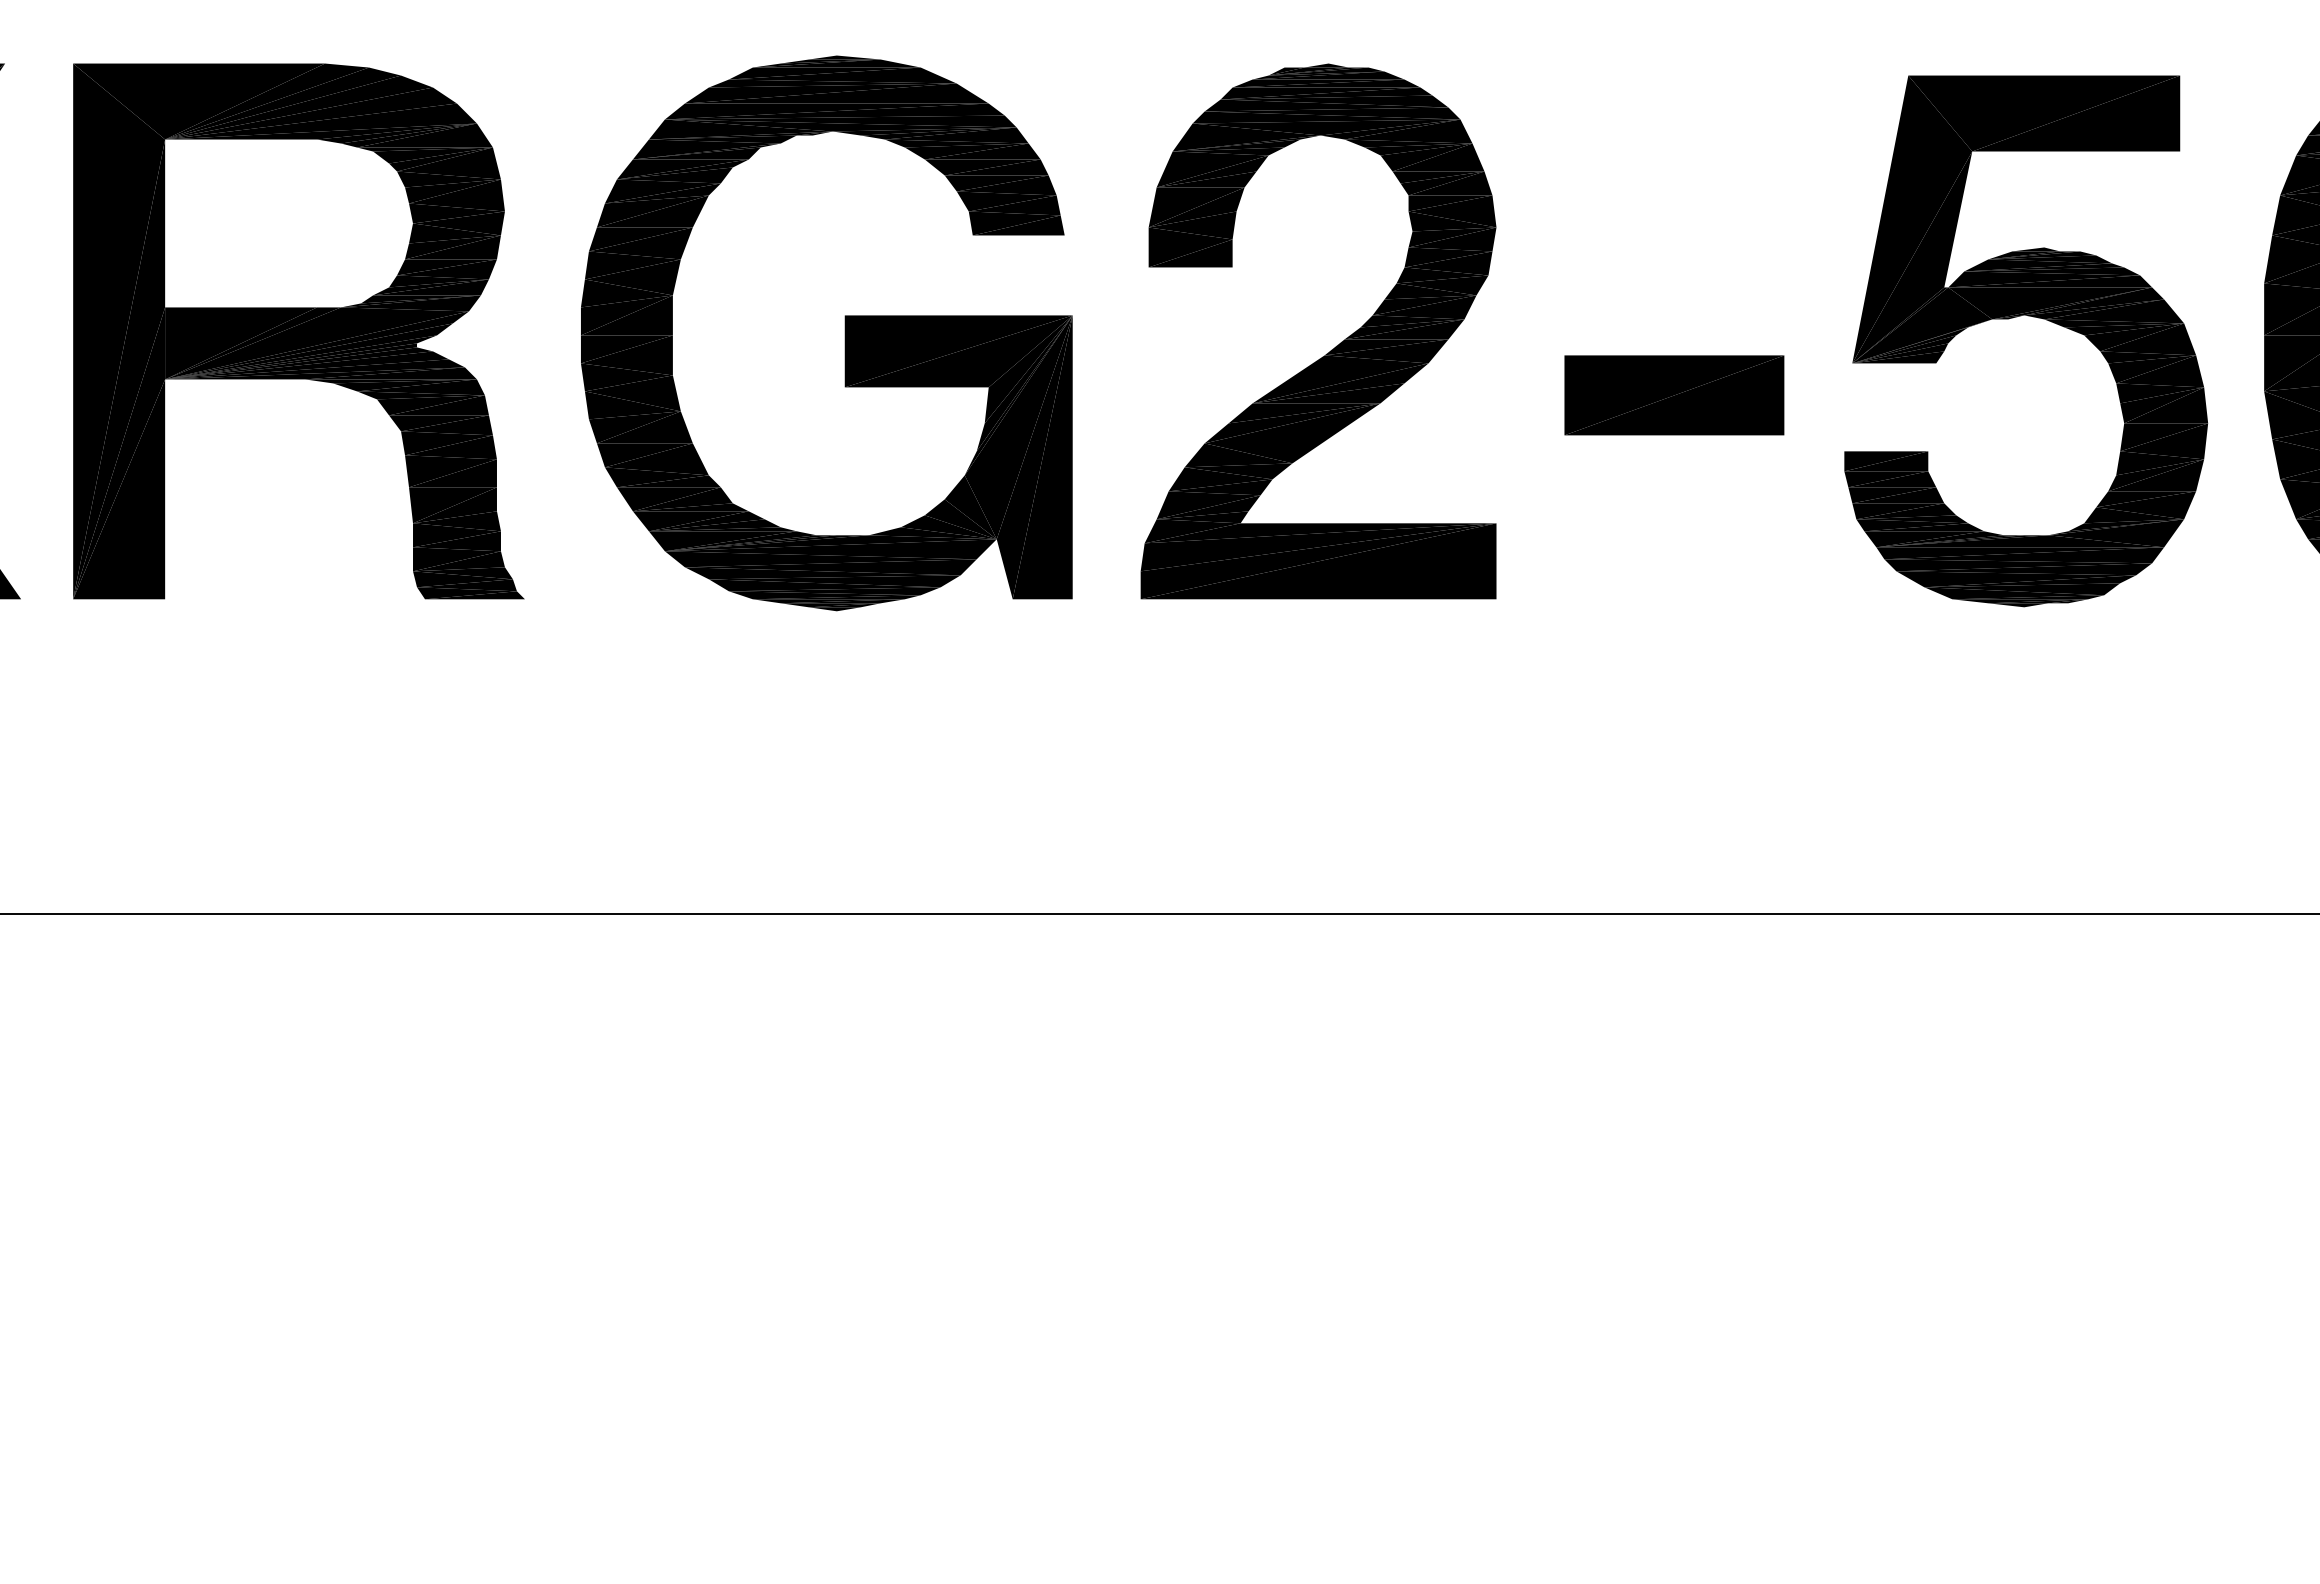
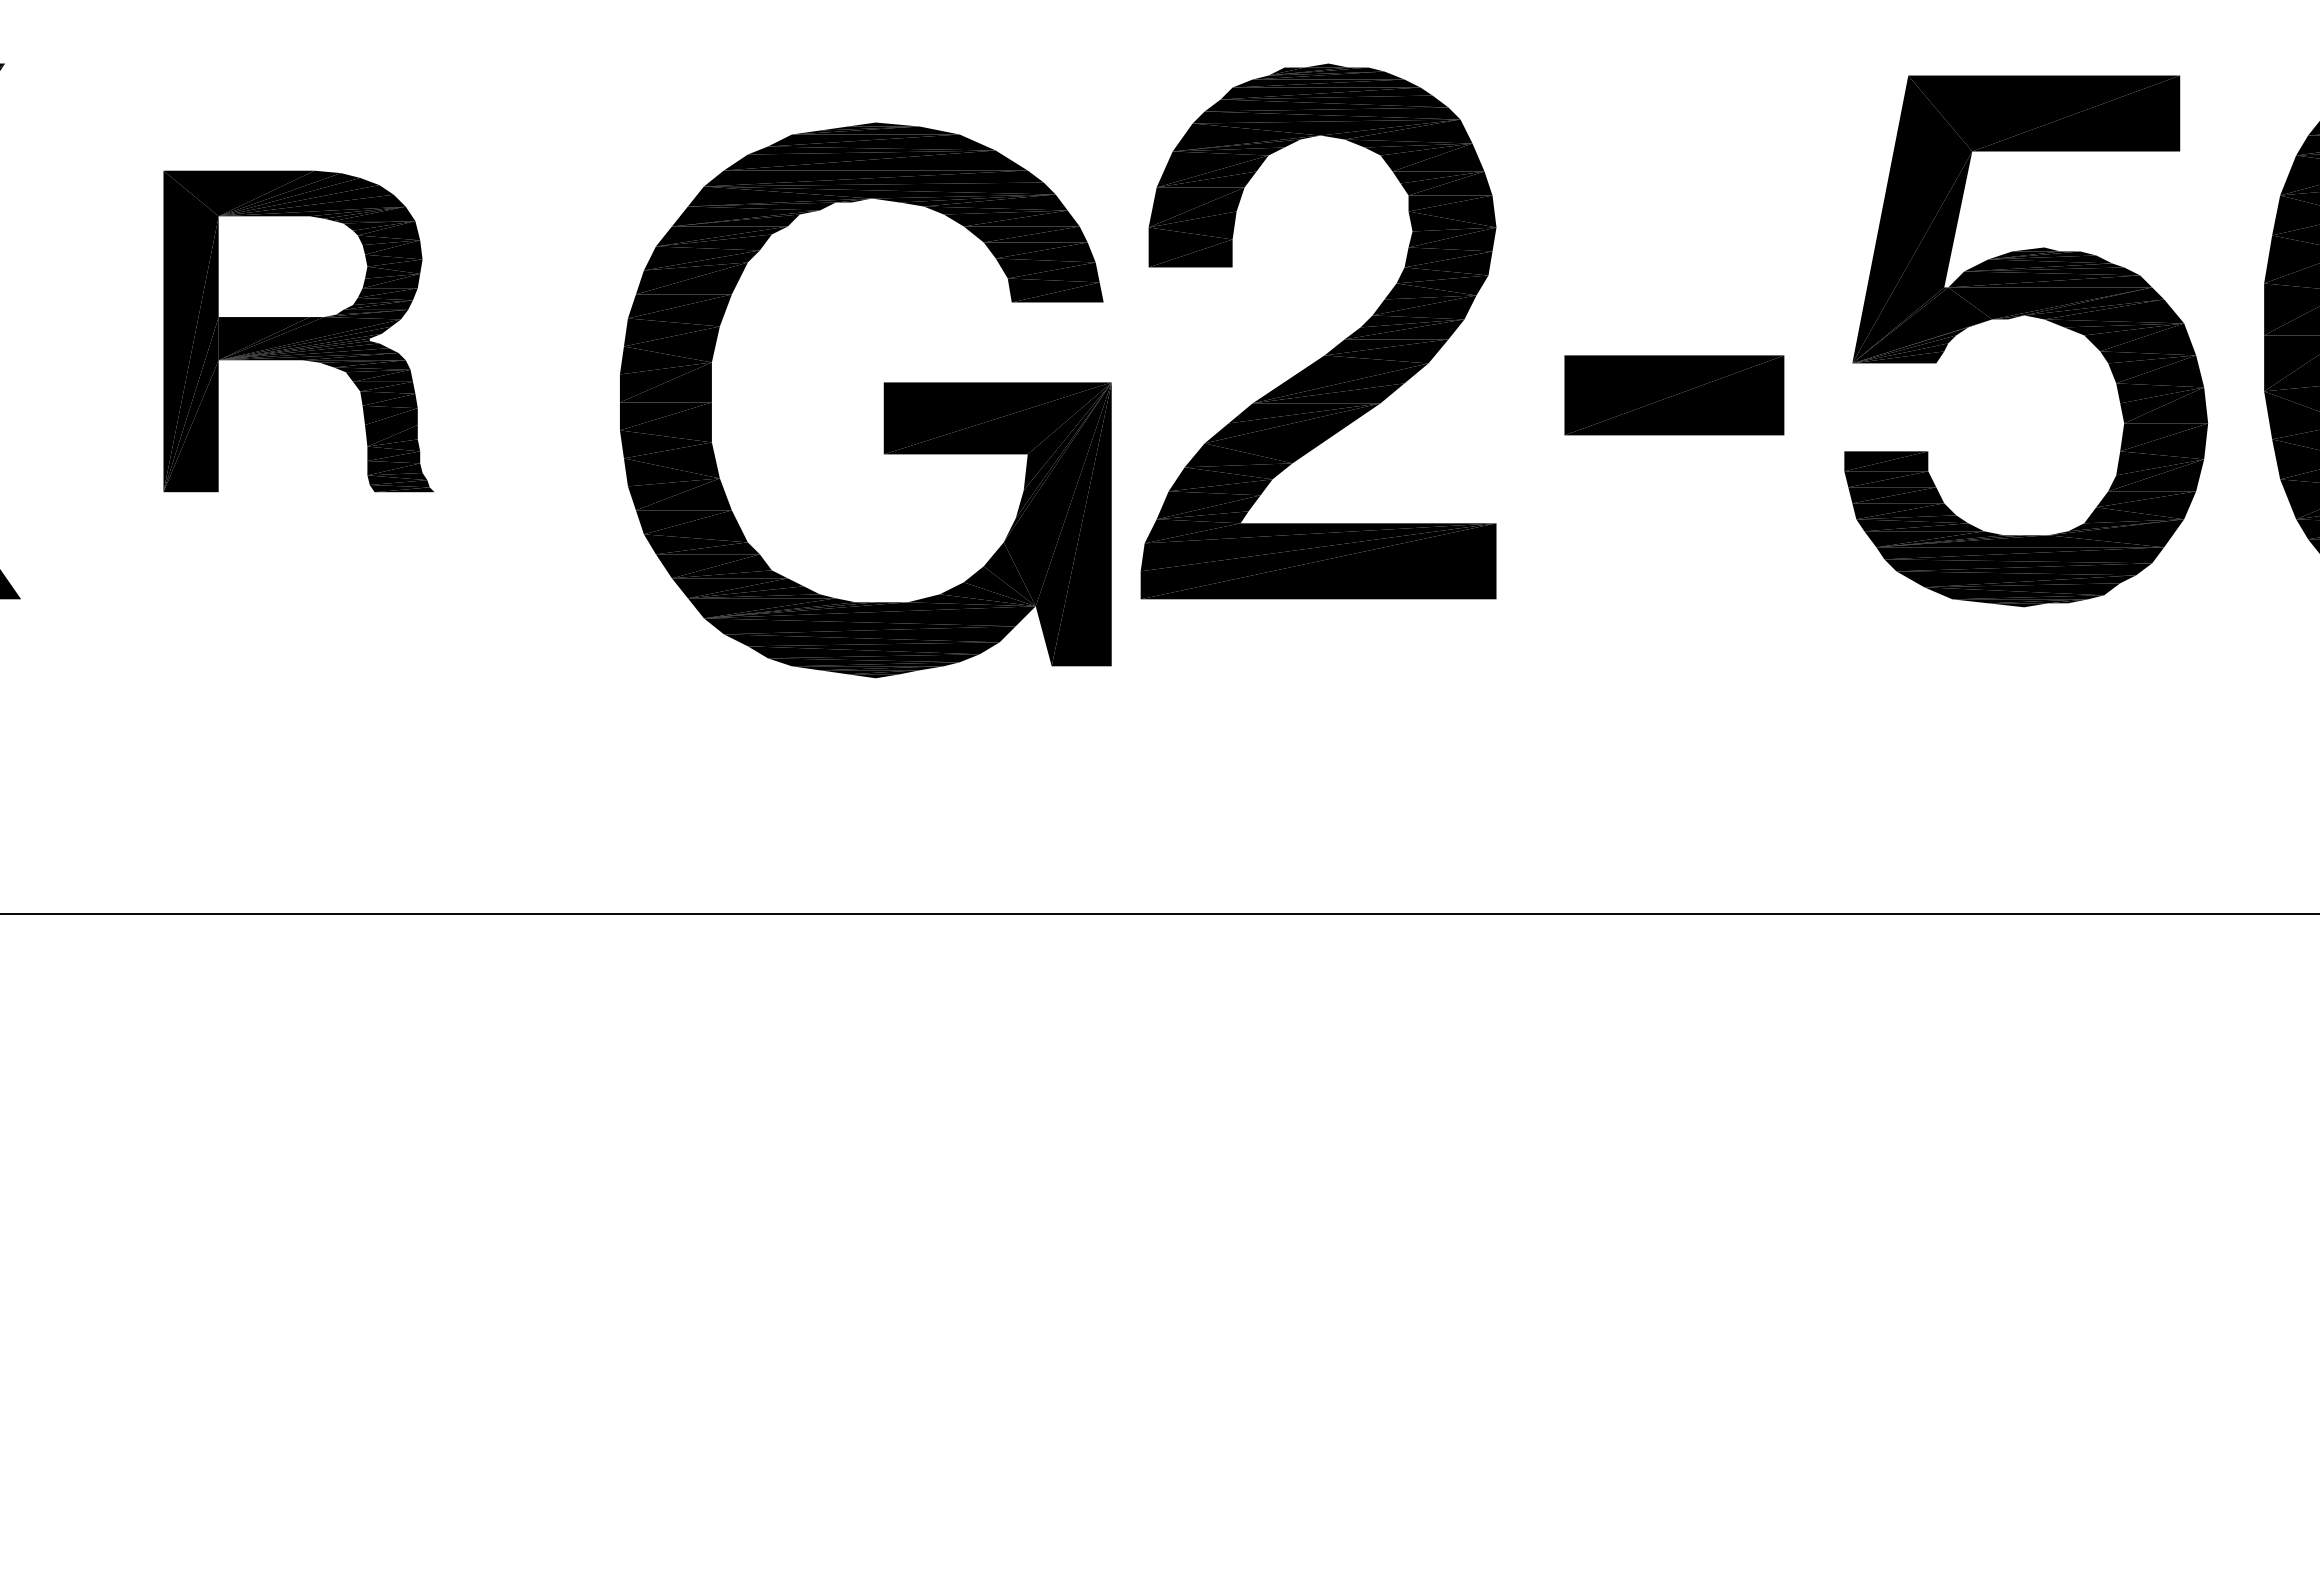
part at (298, 331) size: 452x537 px -> 271x323 px
part at (844, 333) position: (844, 333) -> (883, 400)
